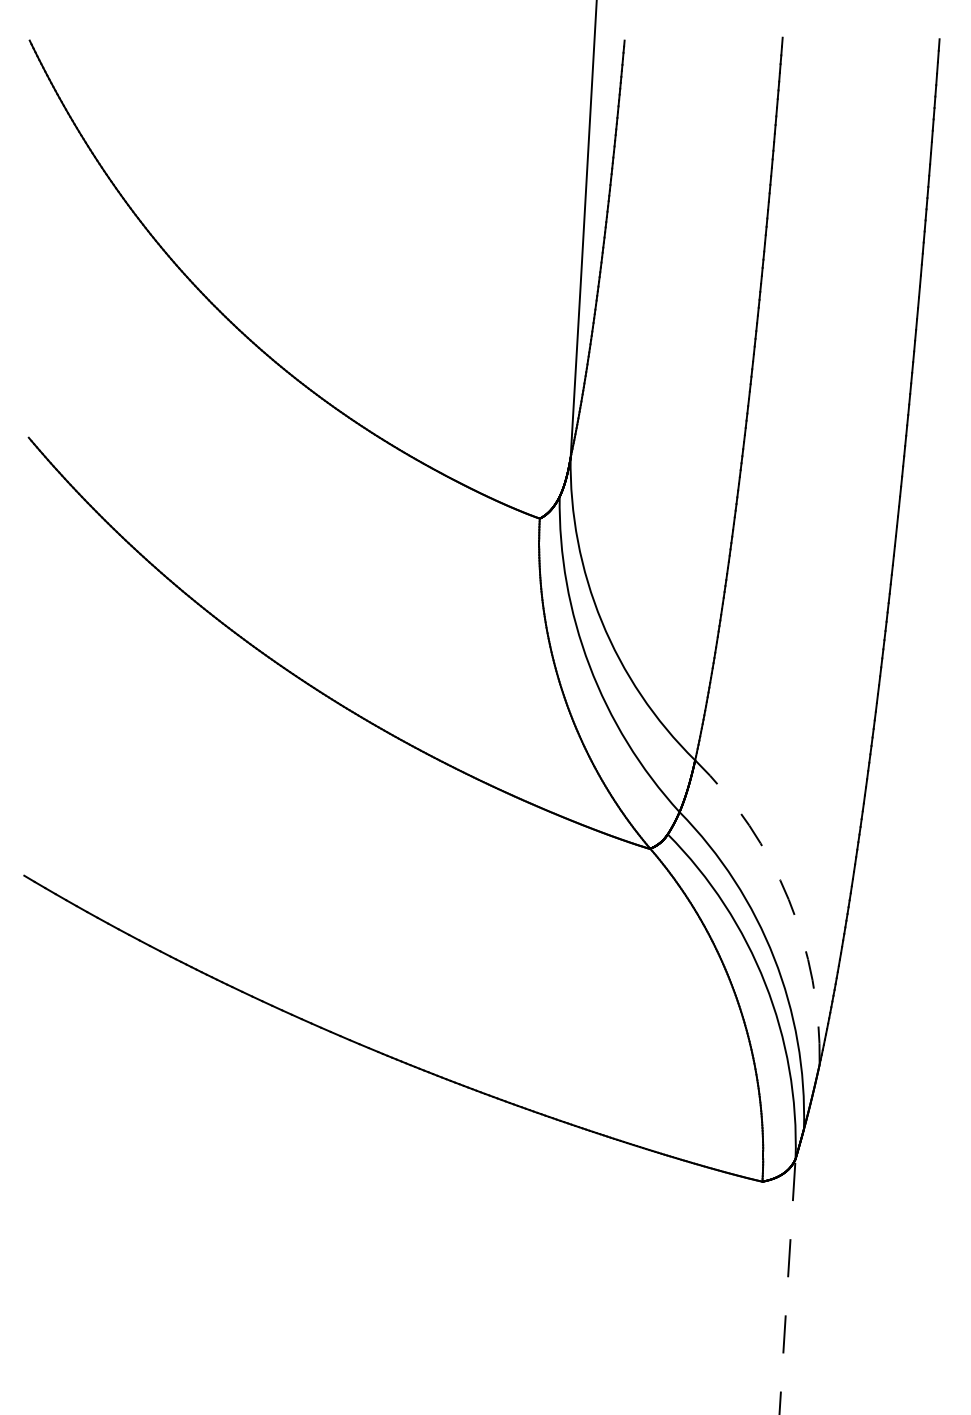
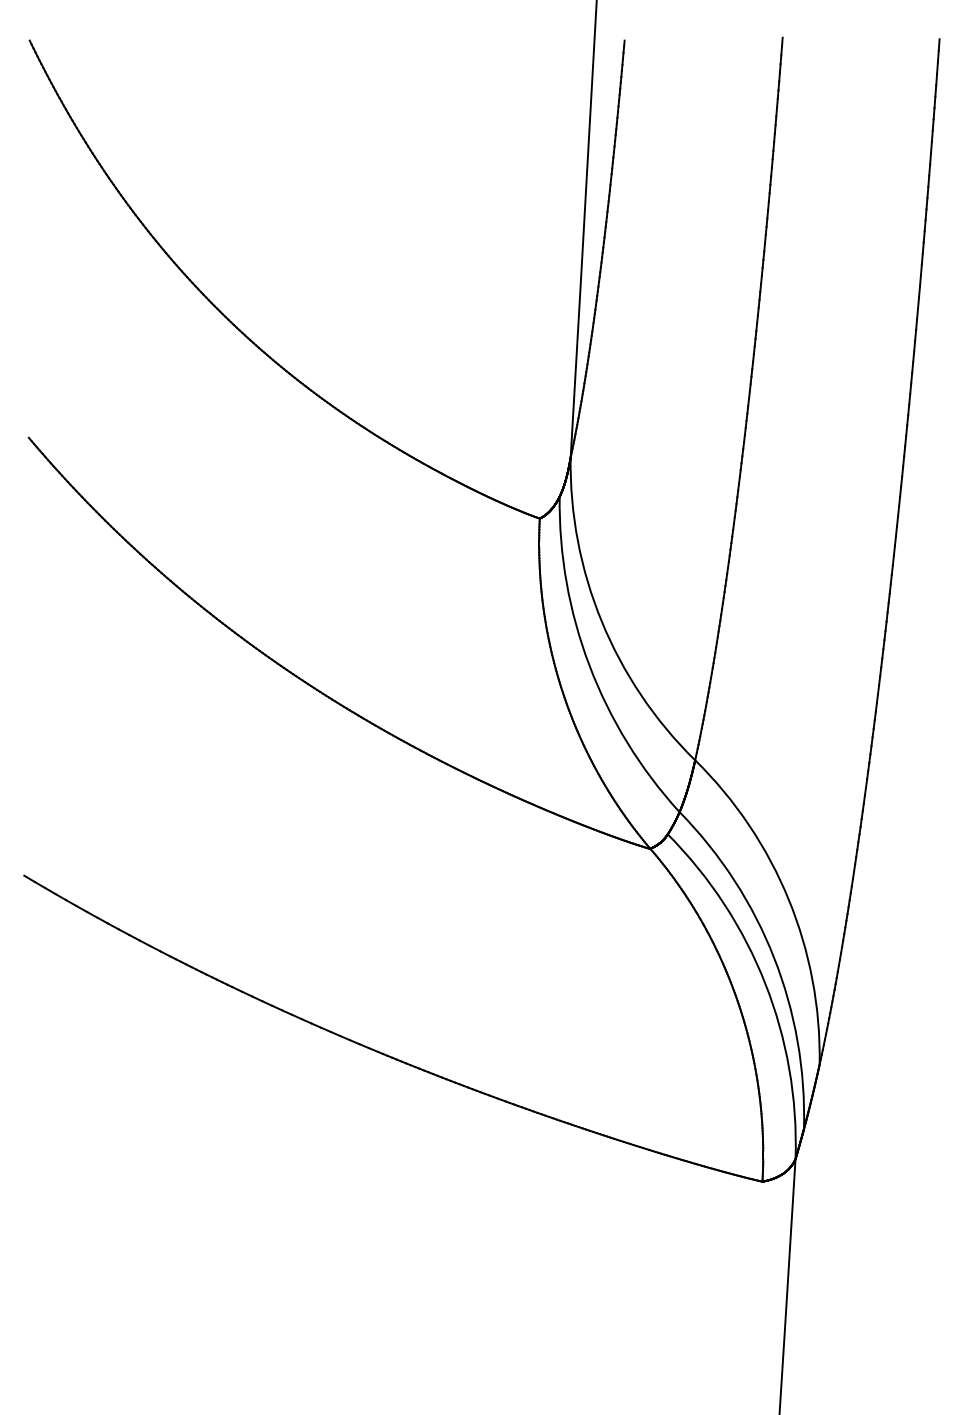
arc at (788, 899): dashed -> solid
arc at (787, 1286): dashed -> solid
